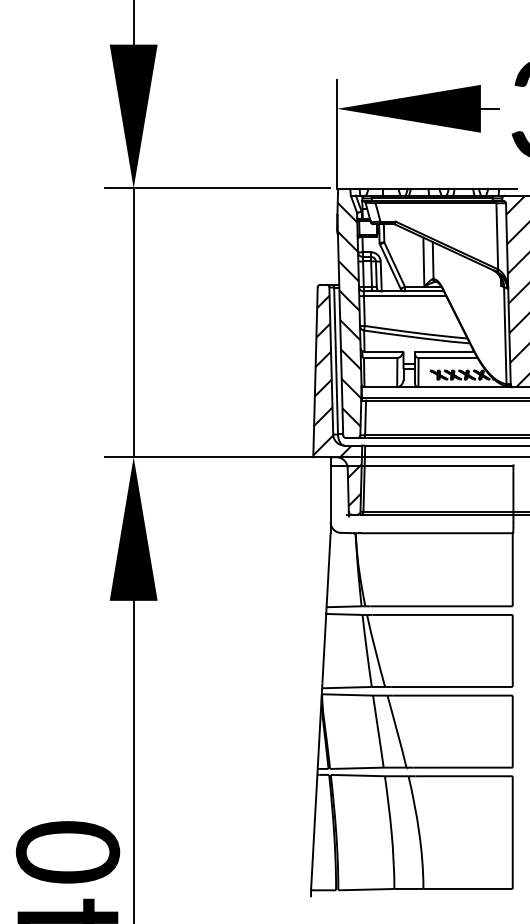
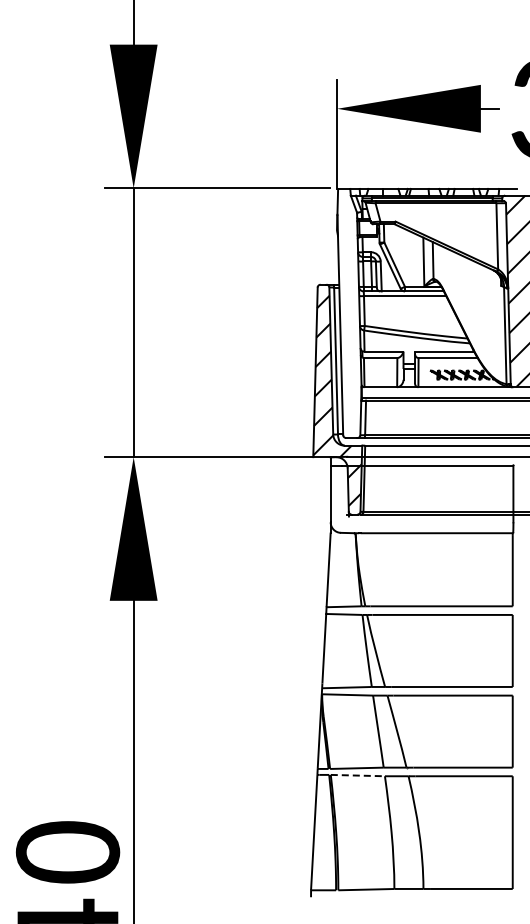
hatch at (349, 314): present -> none
line at (357, 775): solid -> dashed
